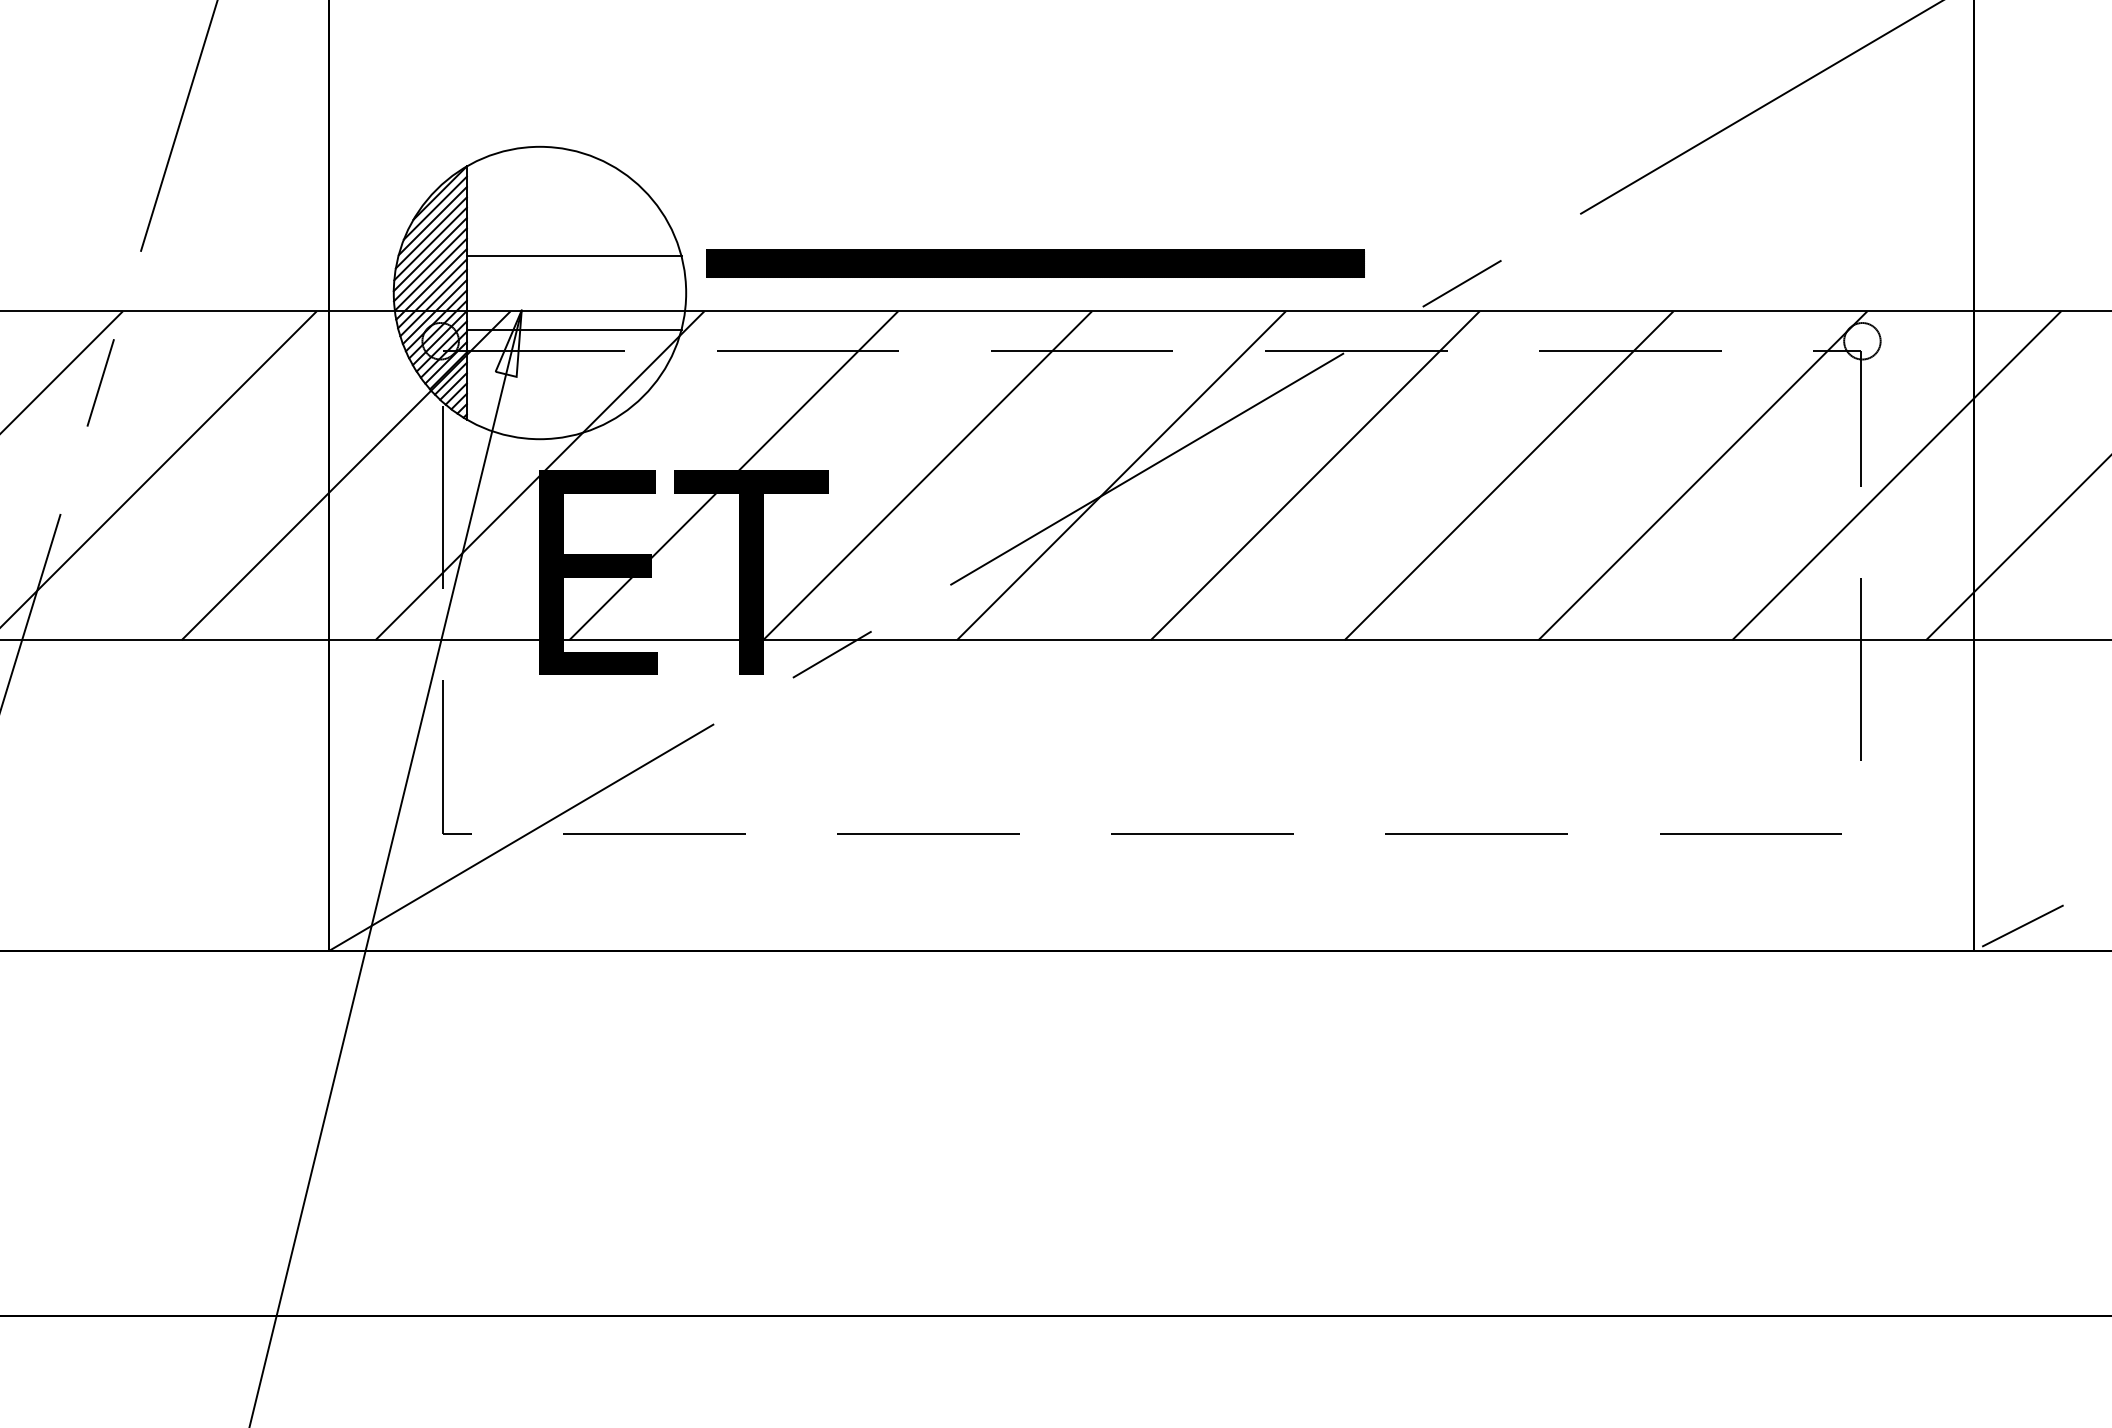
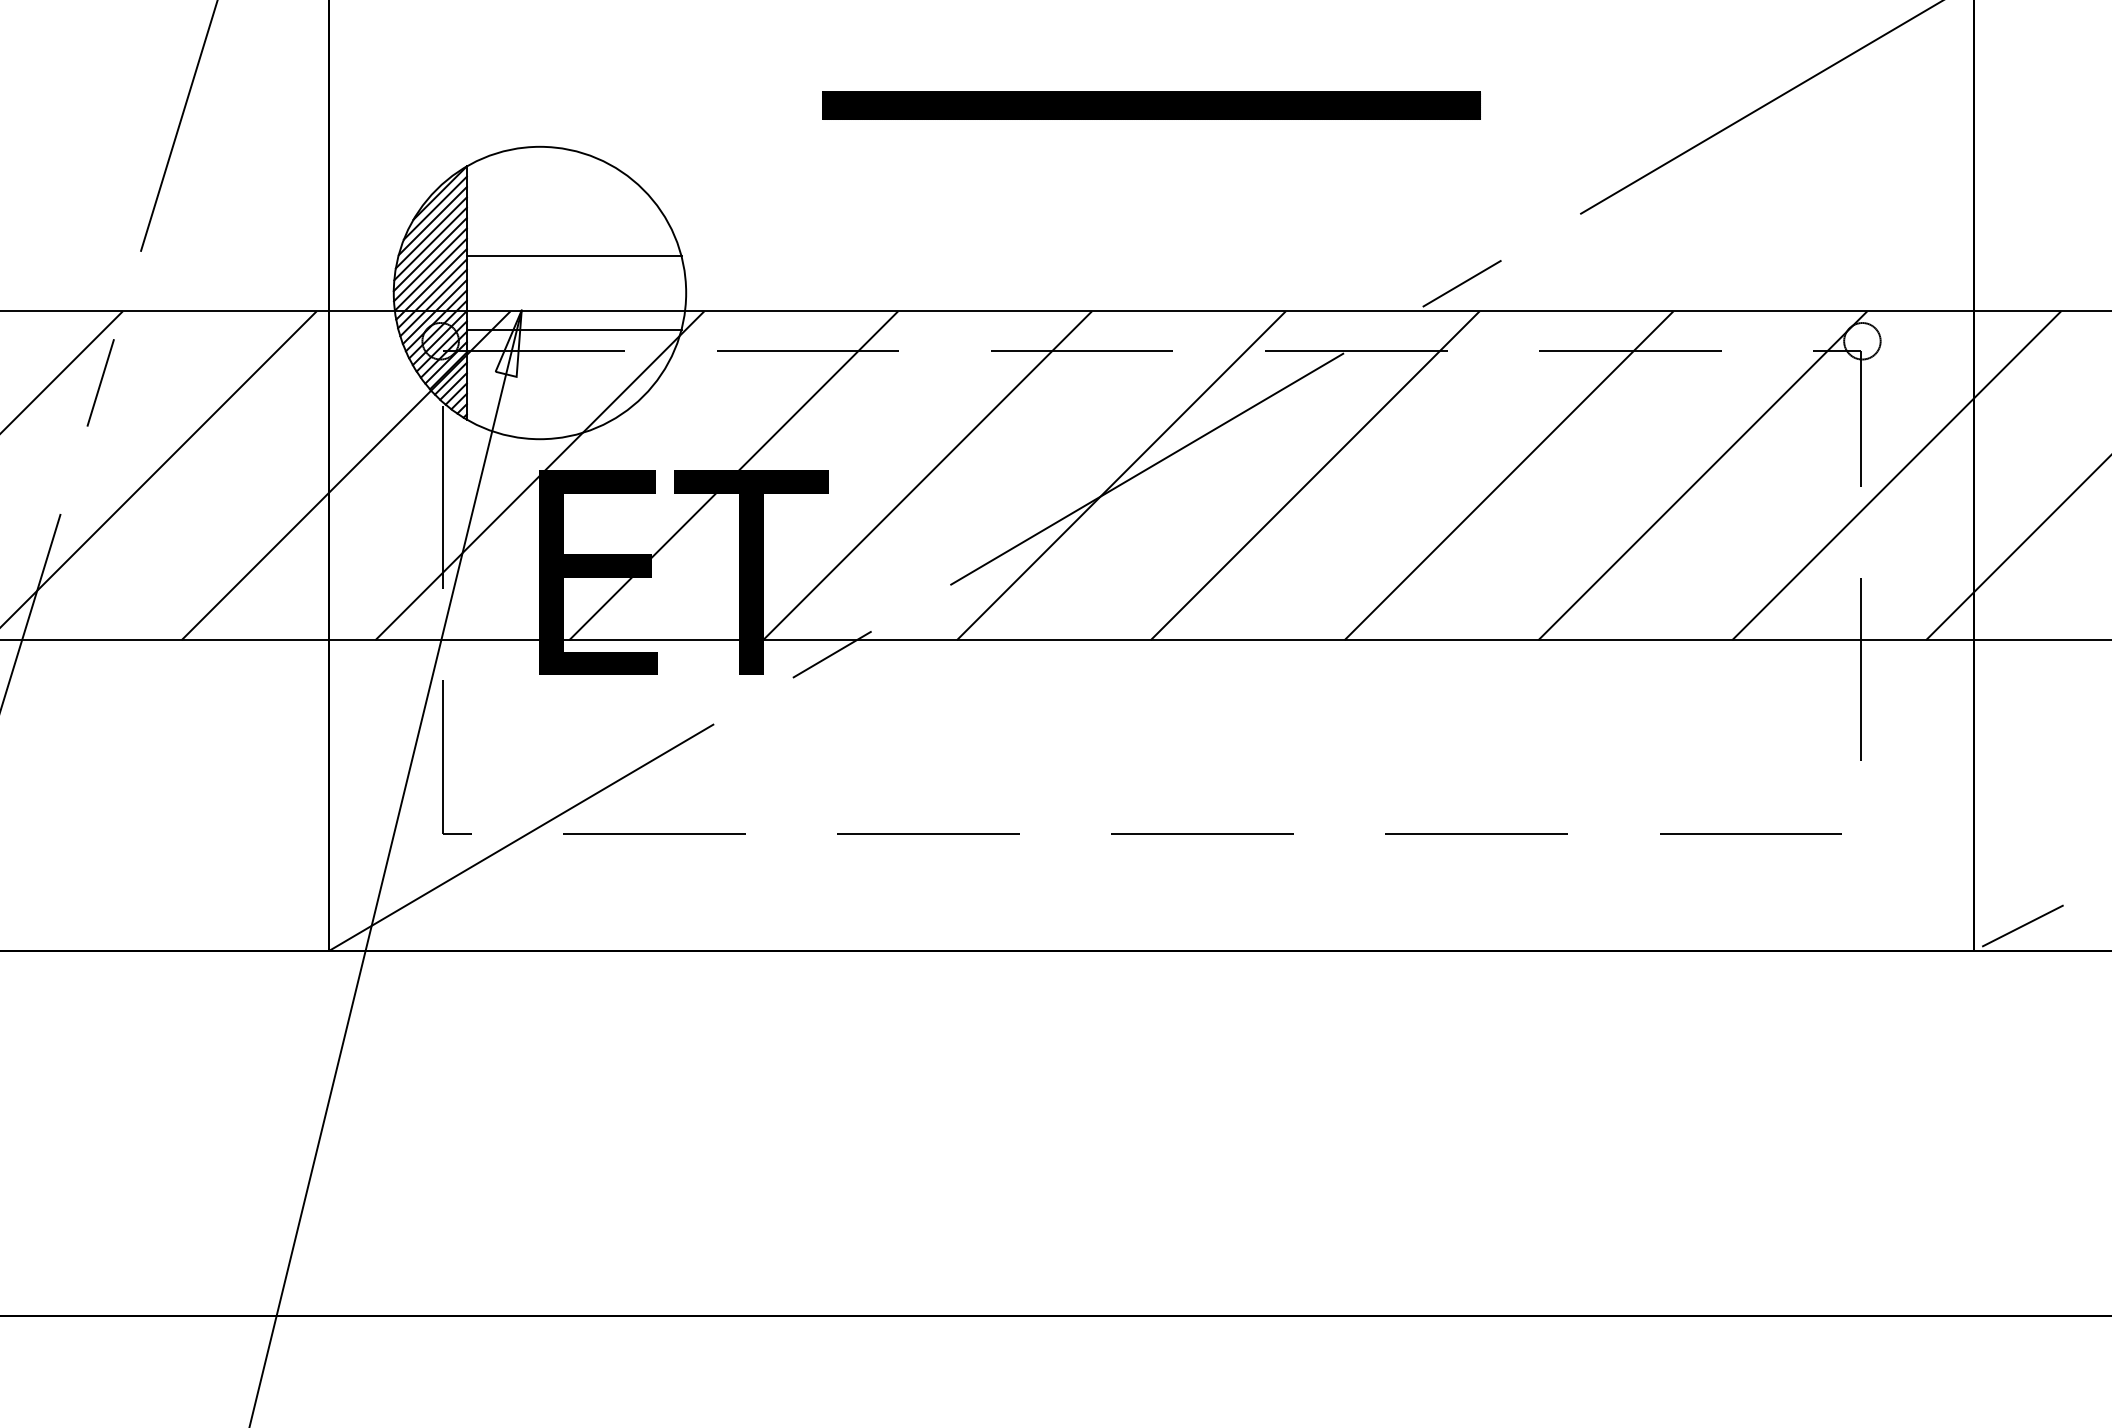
part at (1035, 263) position: (1035, 263) -> (1151, 105)
